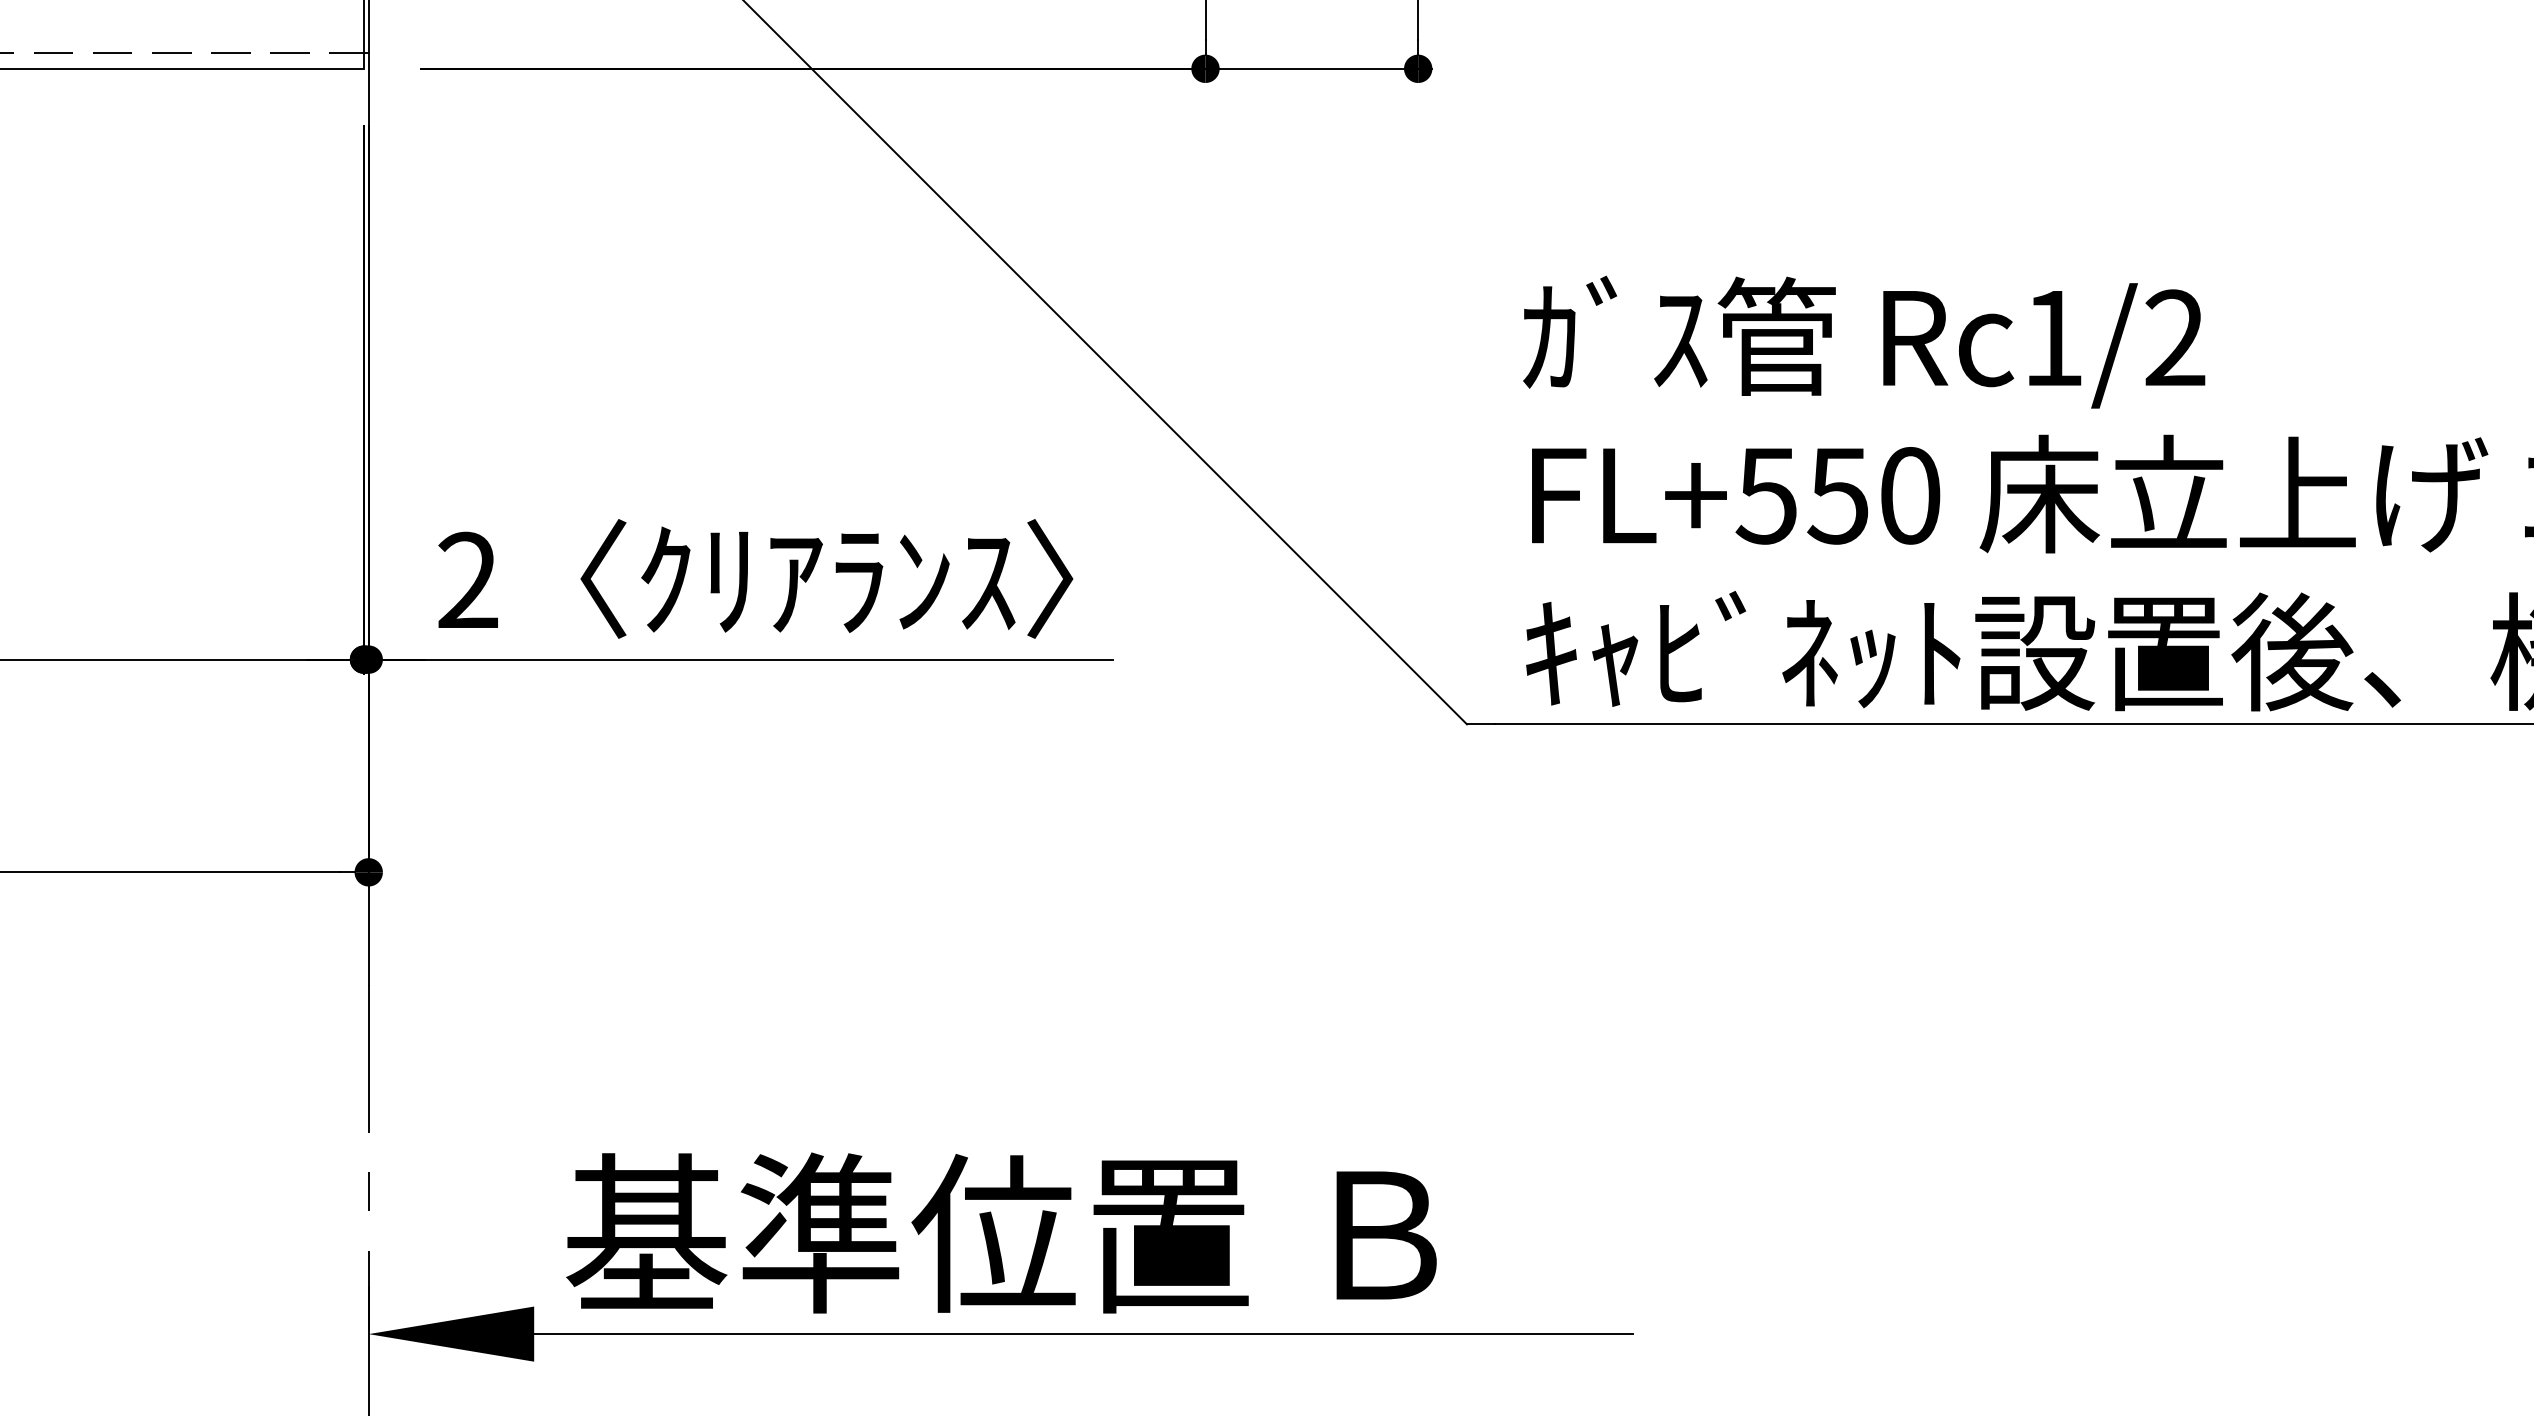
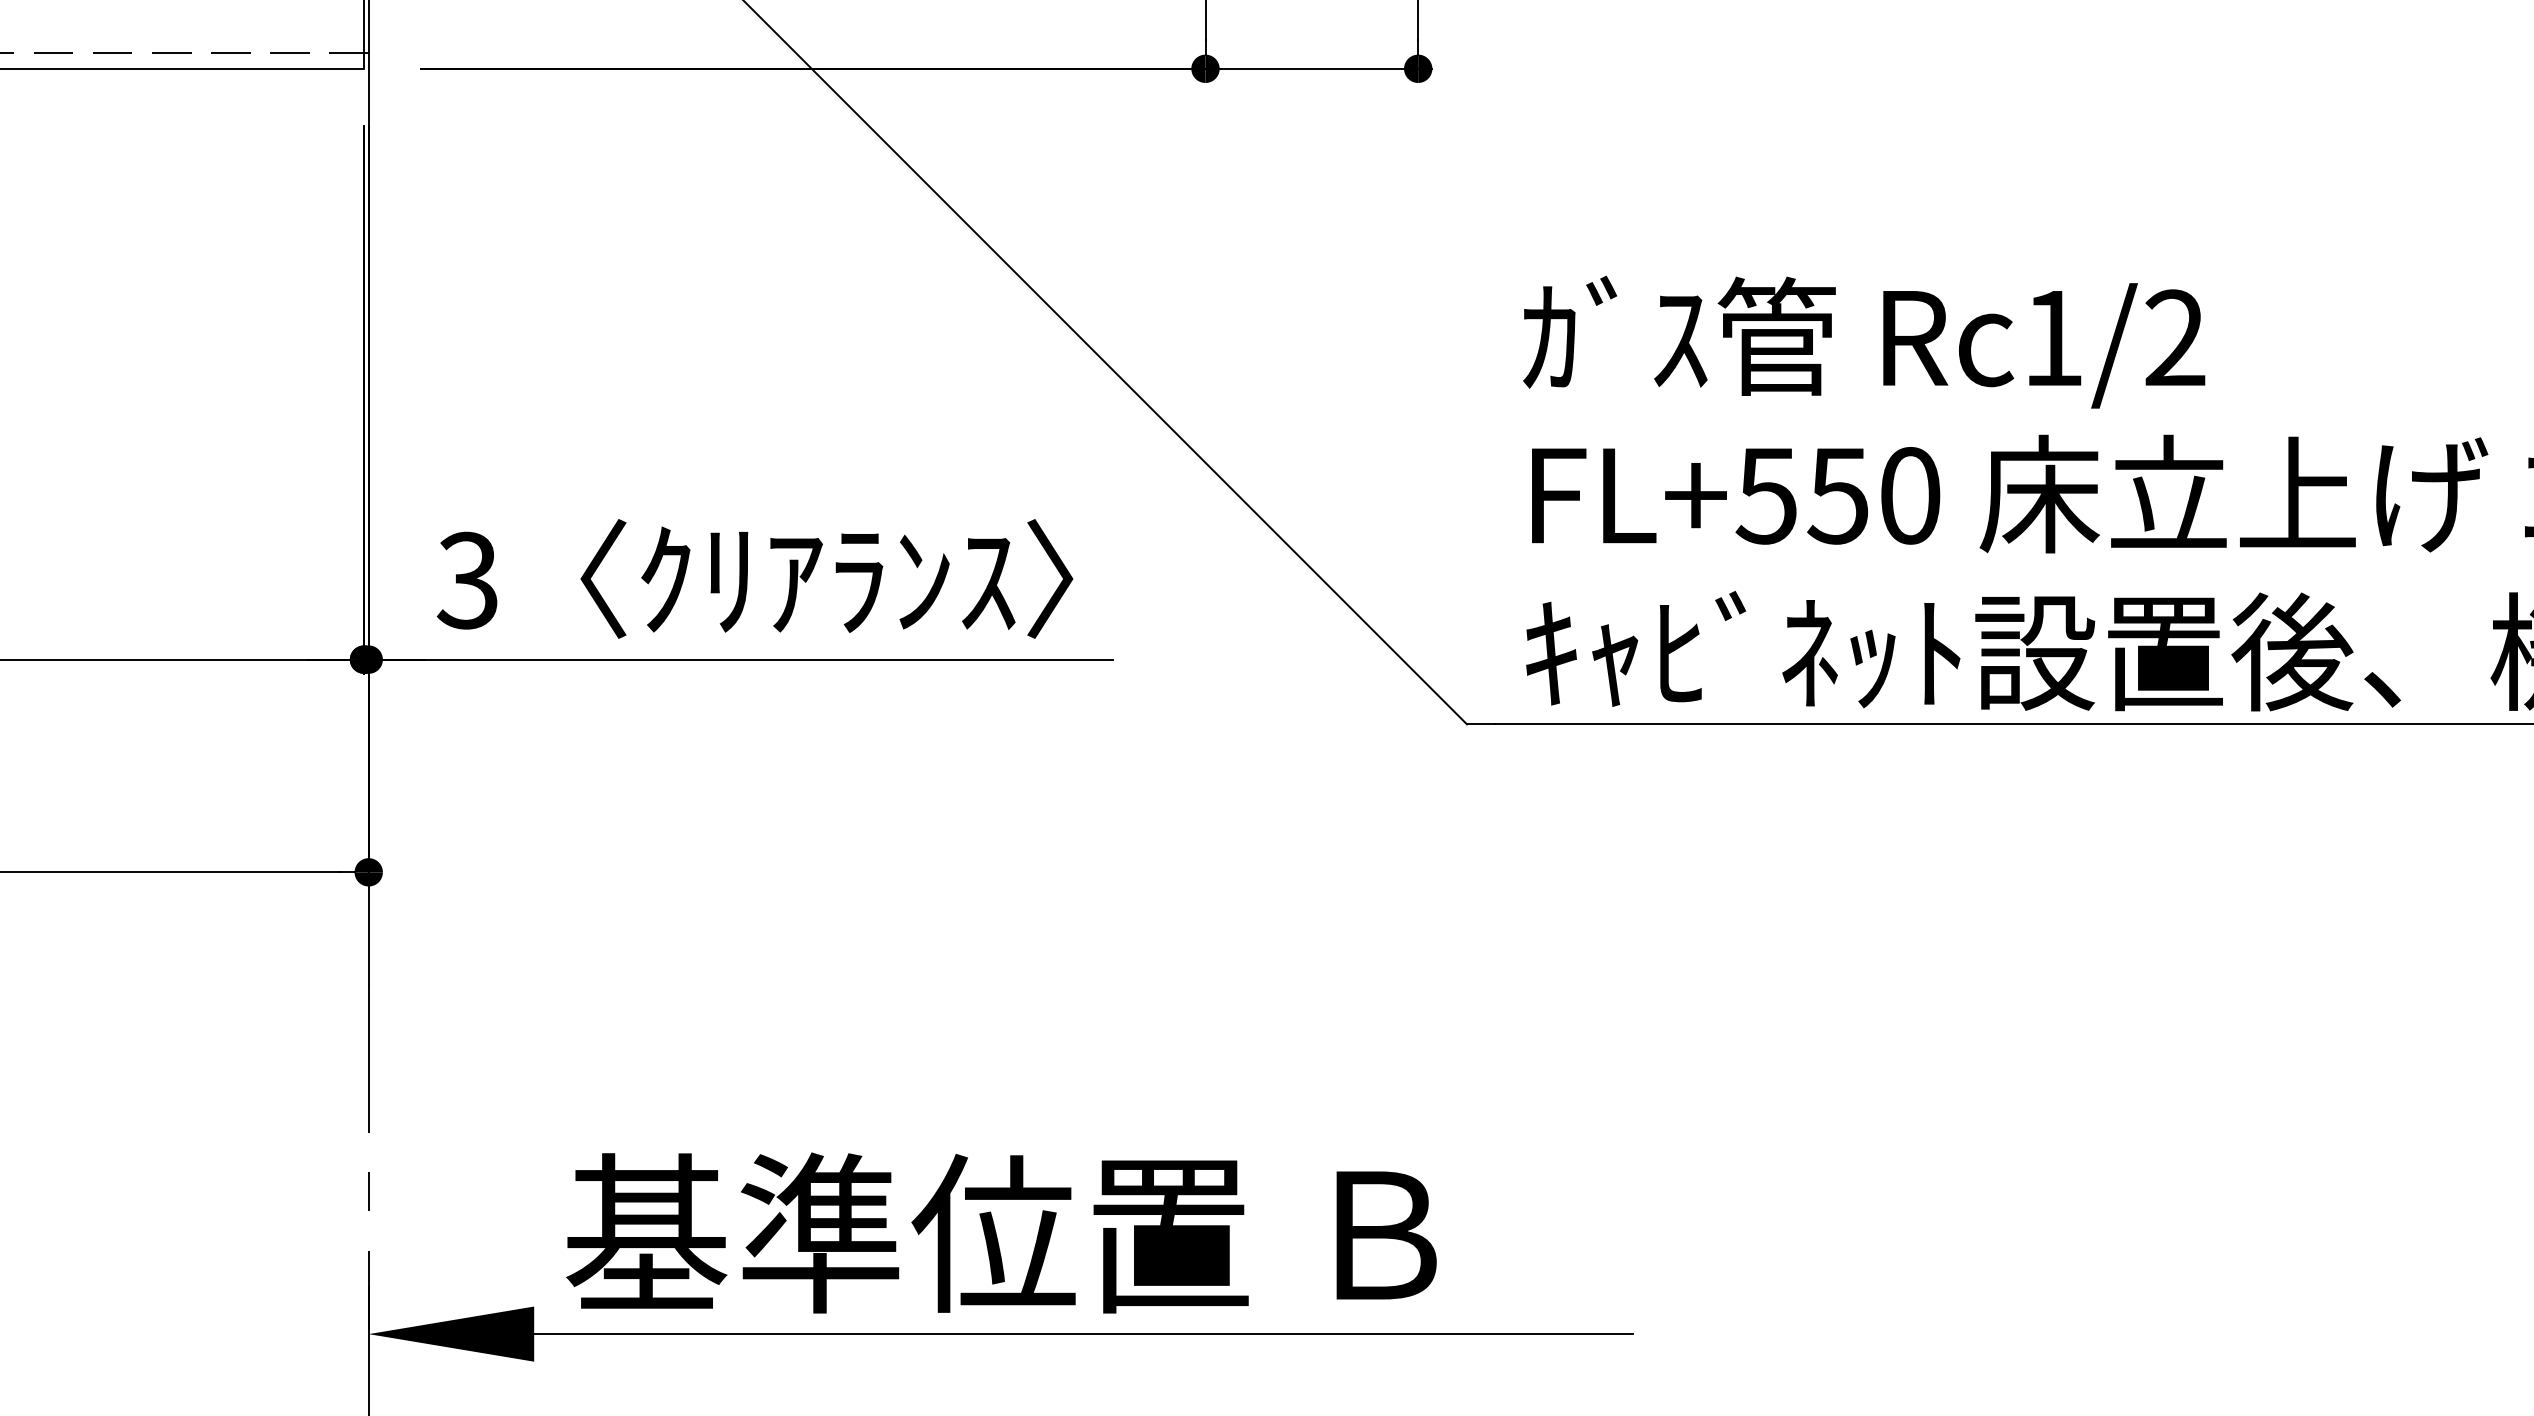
text at (466, 580): 2 -> 3
